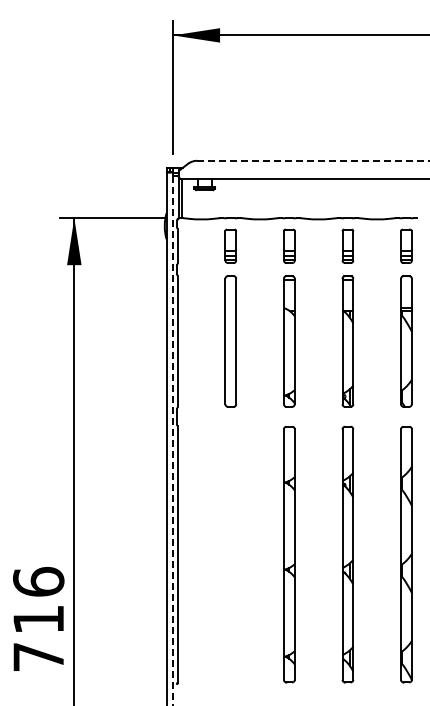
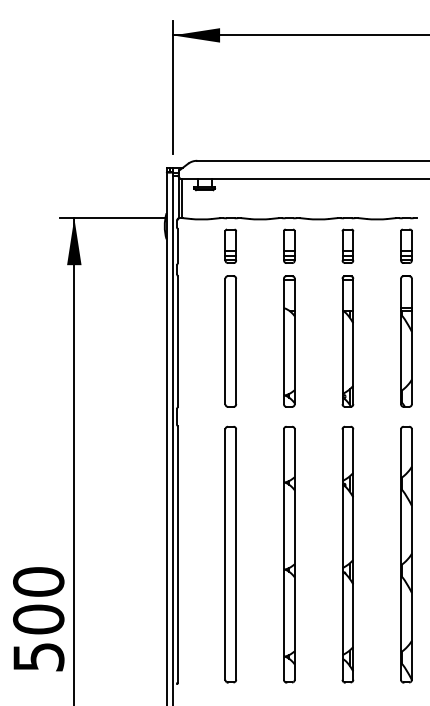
line at (314, 160): dashed -> solid
line at (173, 440): dashed -> solid
part at (230, 554): none -> present
text at (38, 618): 716 -> 500
